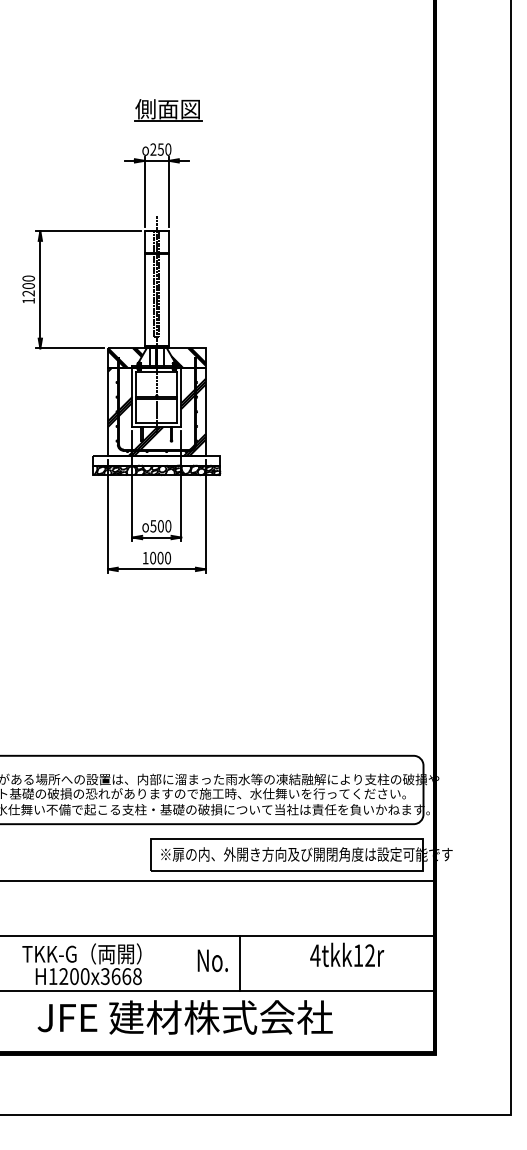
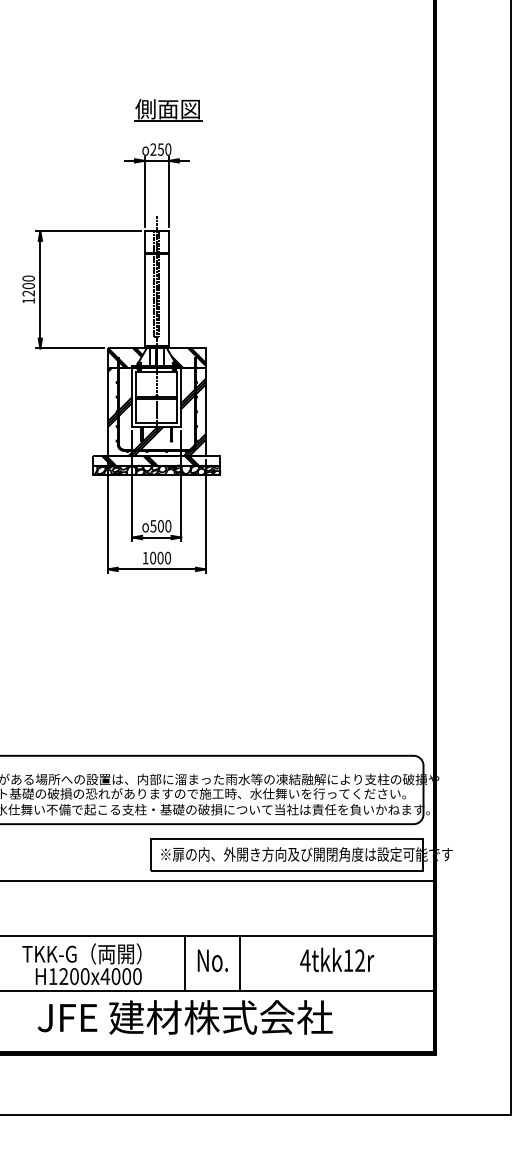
hatch at (149, 460): none -> present
text at (347, 954) position: (347, 954) -> (337, 959)
line at (185, 963): none -> present
text at (120, 976): H1200x3668 -> H1200x4000
